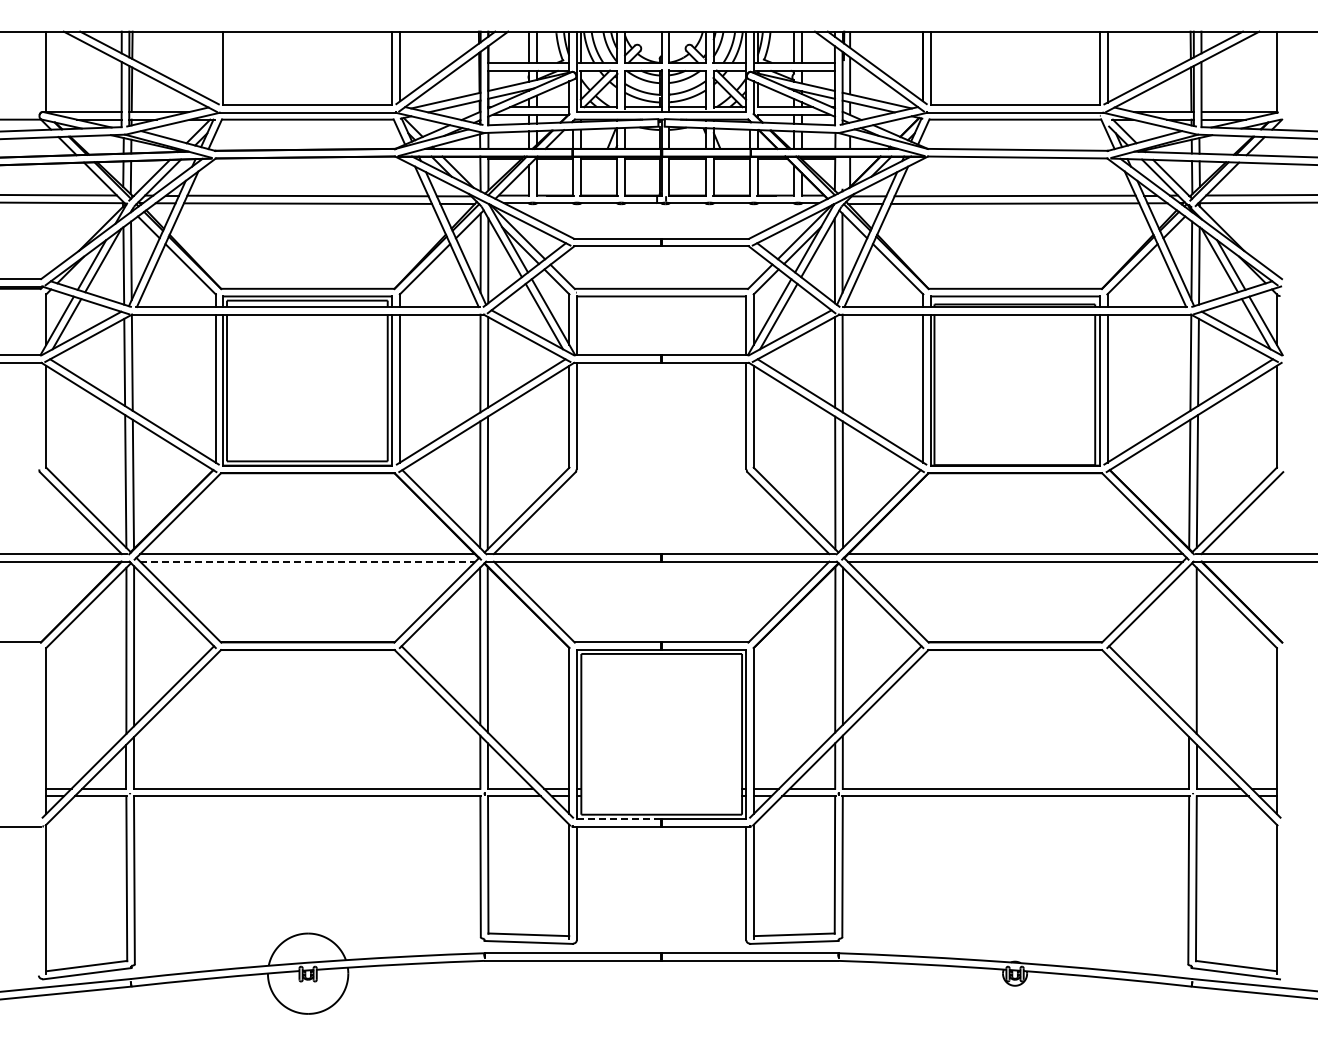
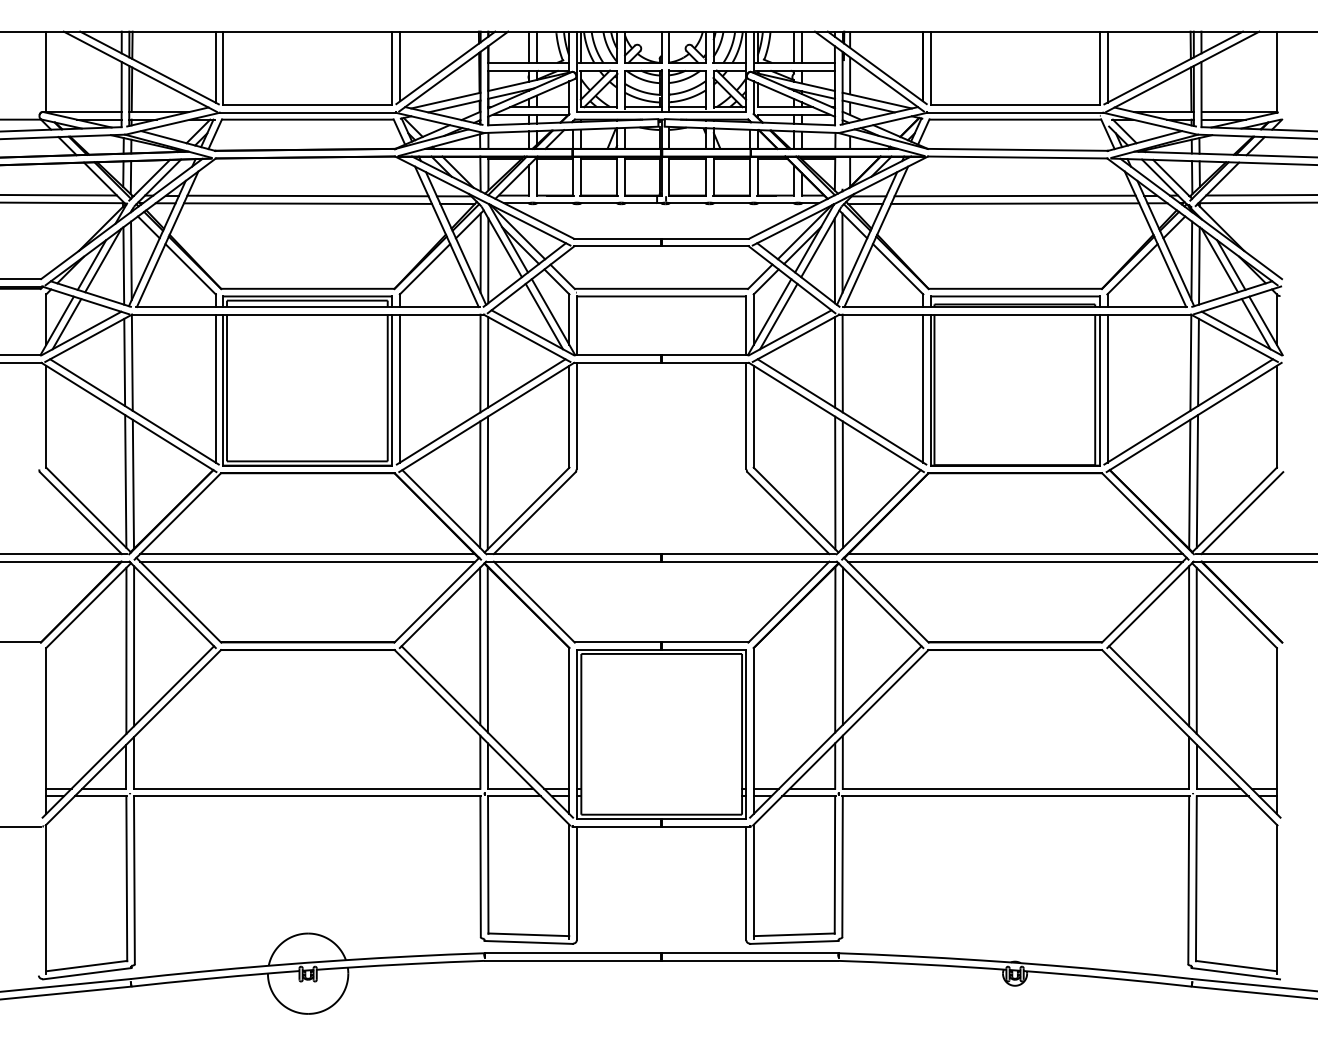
line at (215, 66): none -> present
line at (307, 561): dashed -> solid
line at (1189, 646): none -> present
line at (619, 819): dashed -> solid
